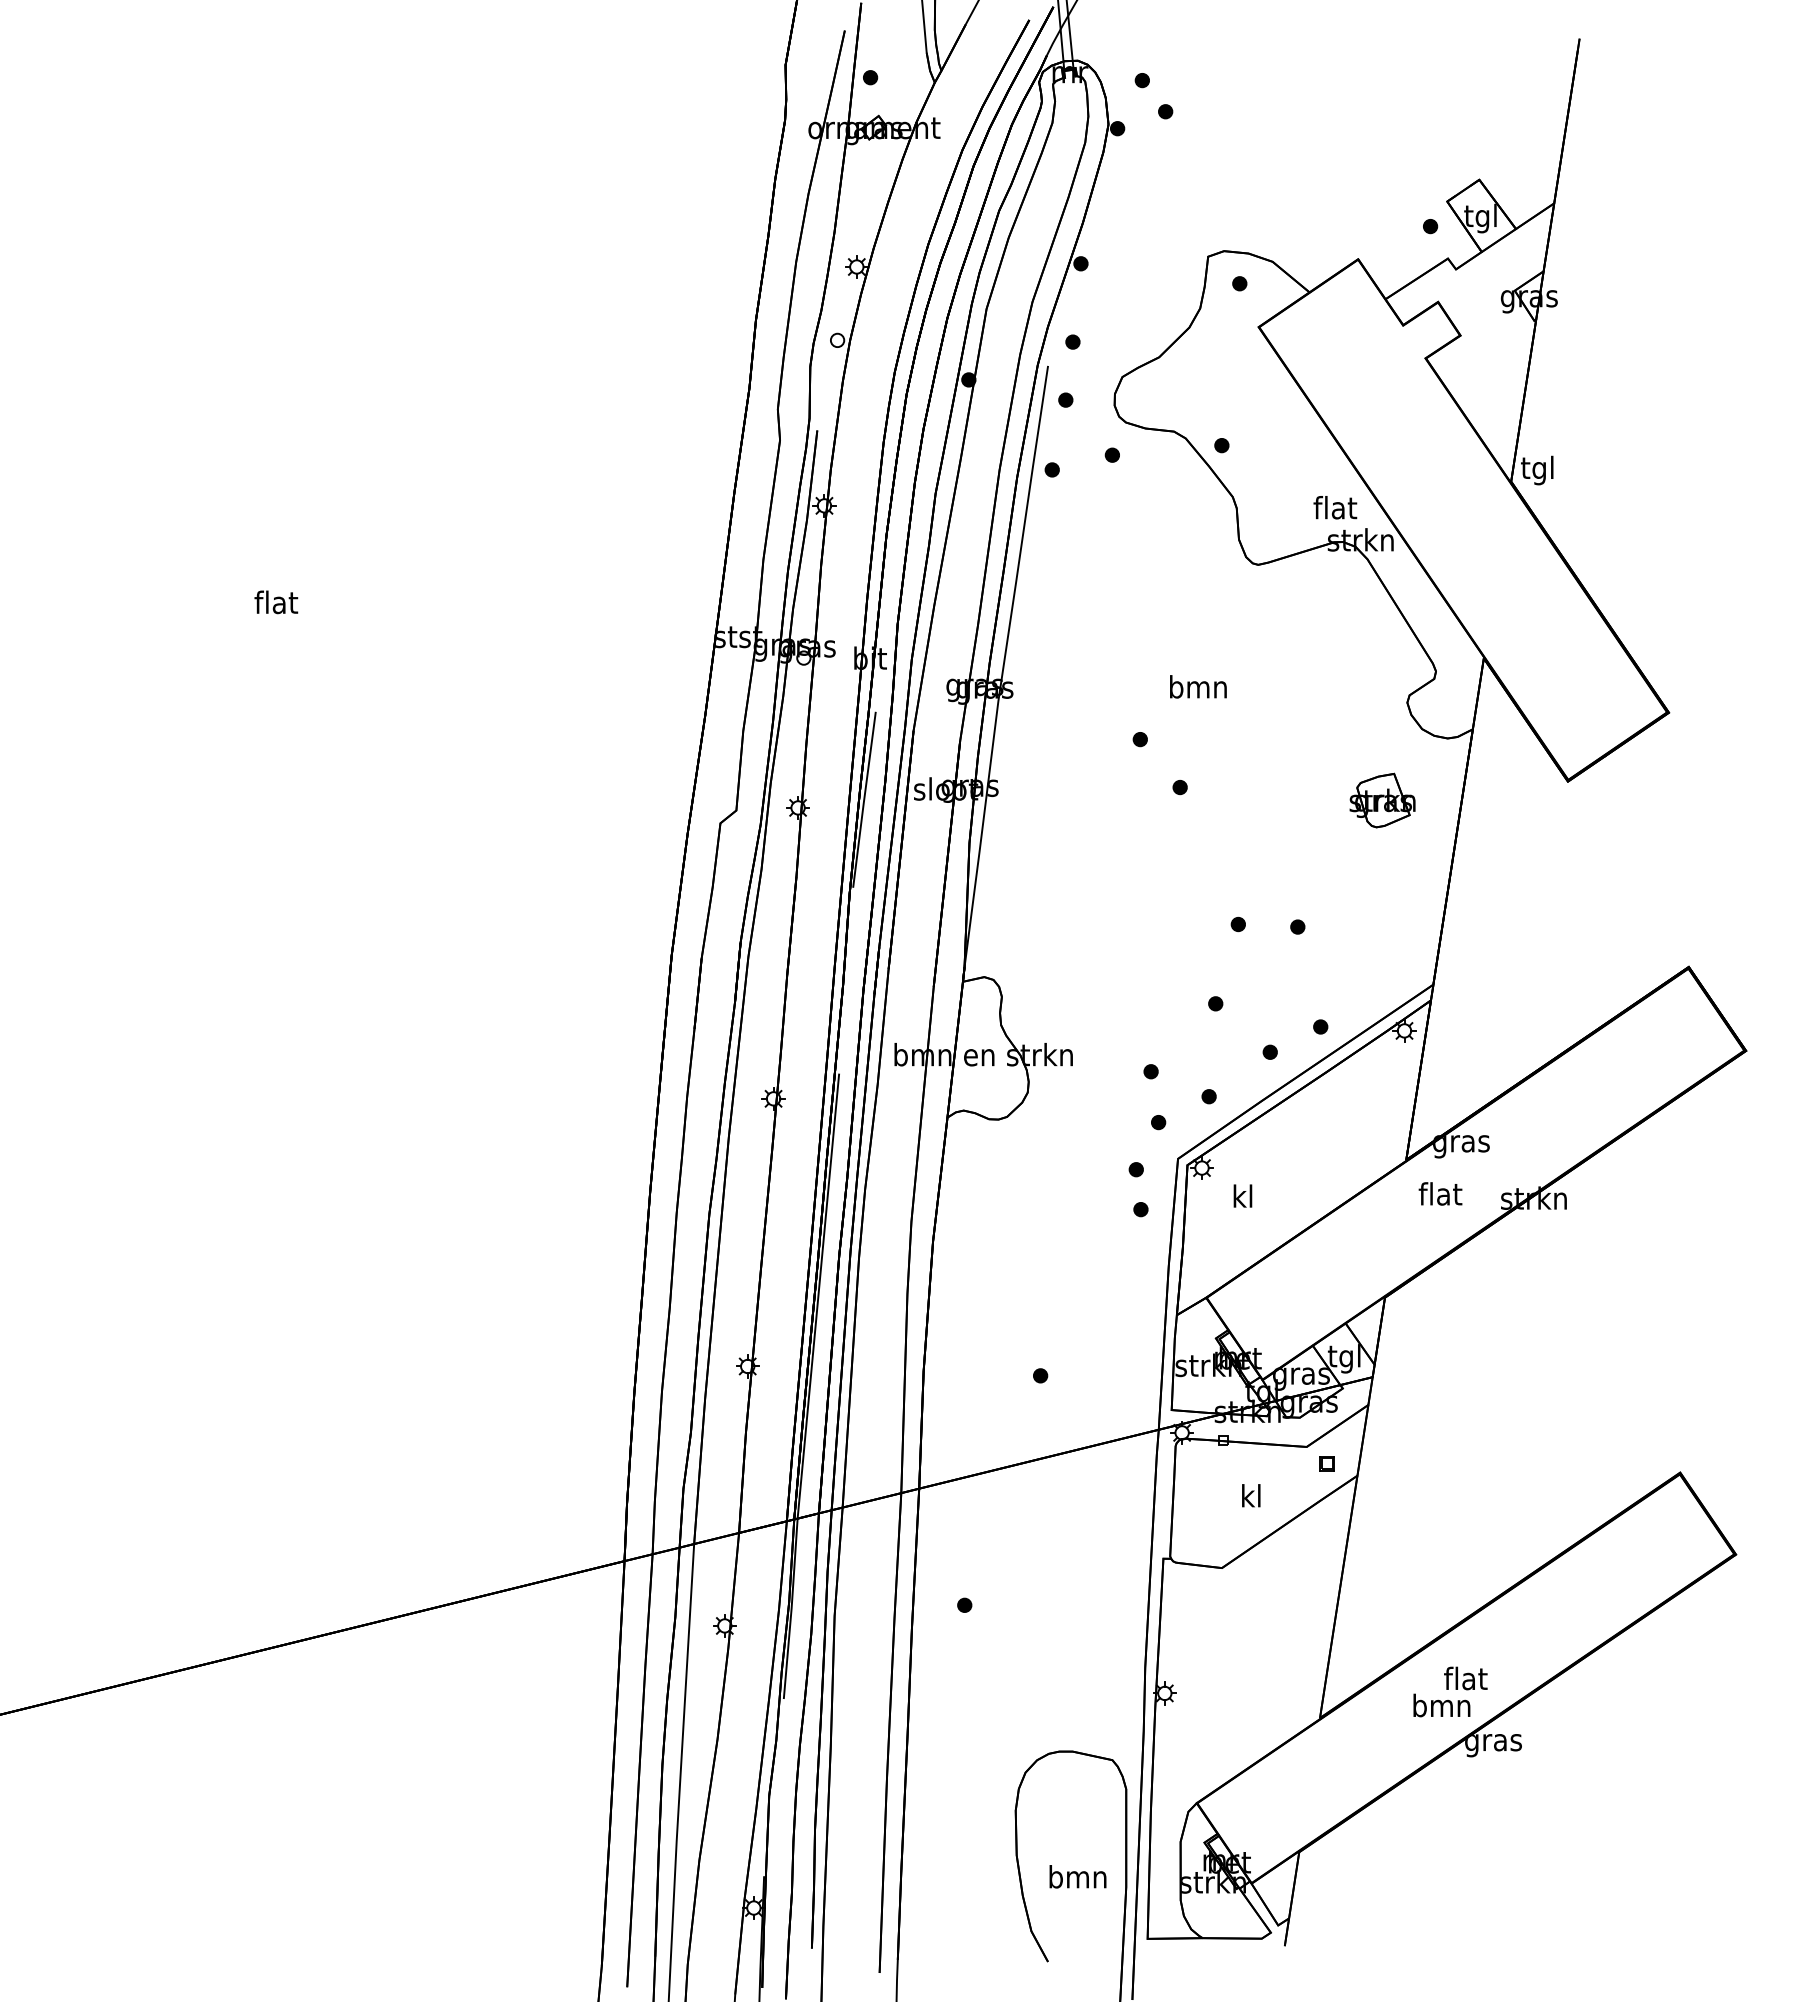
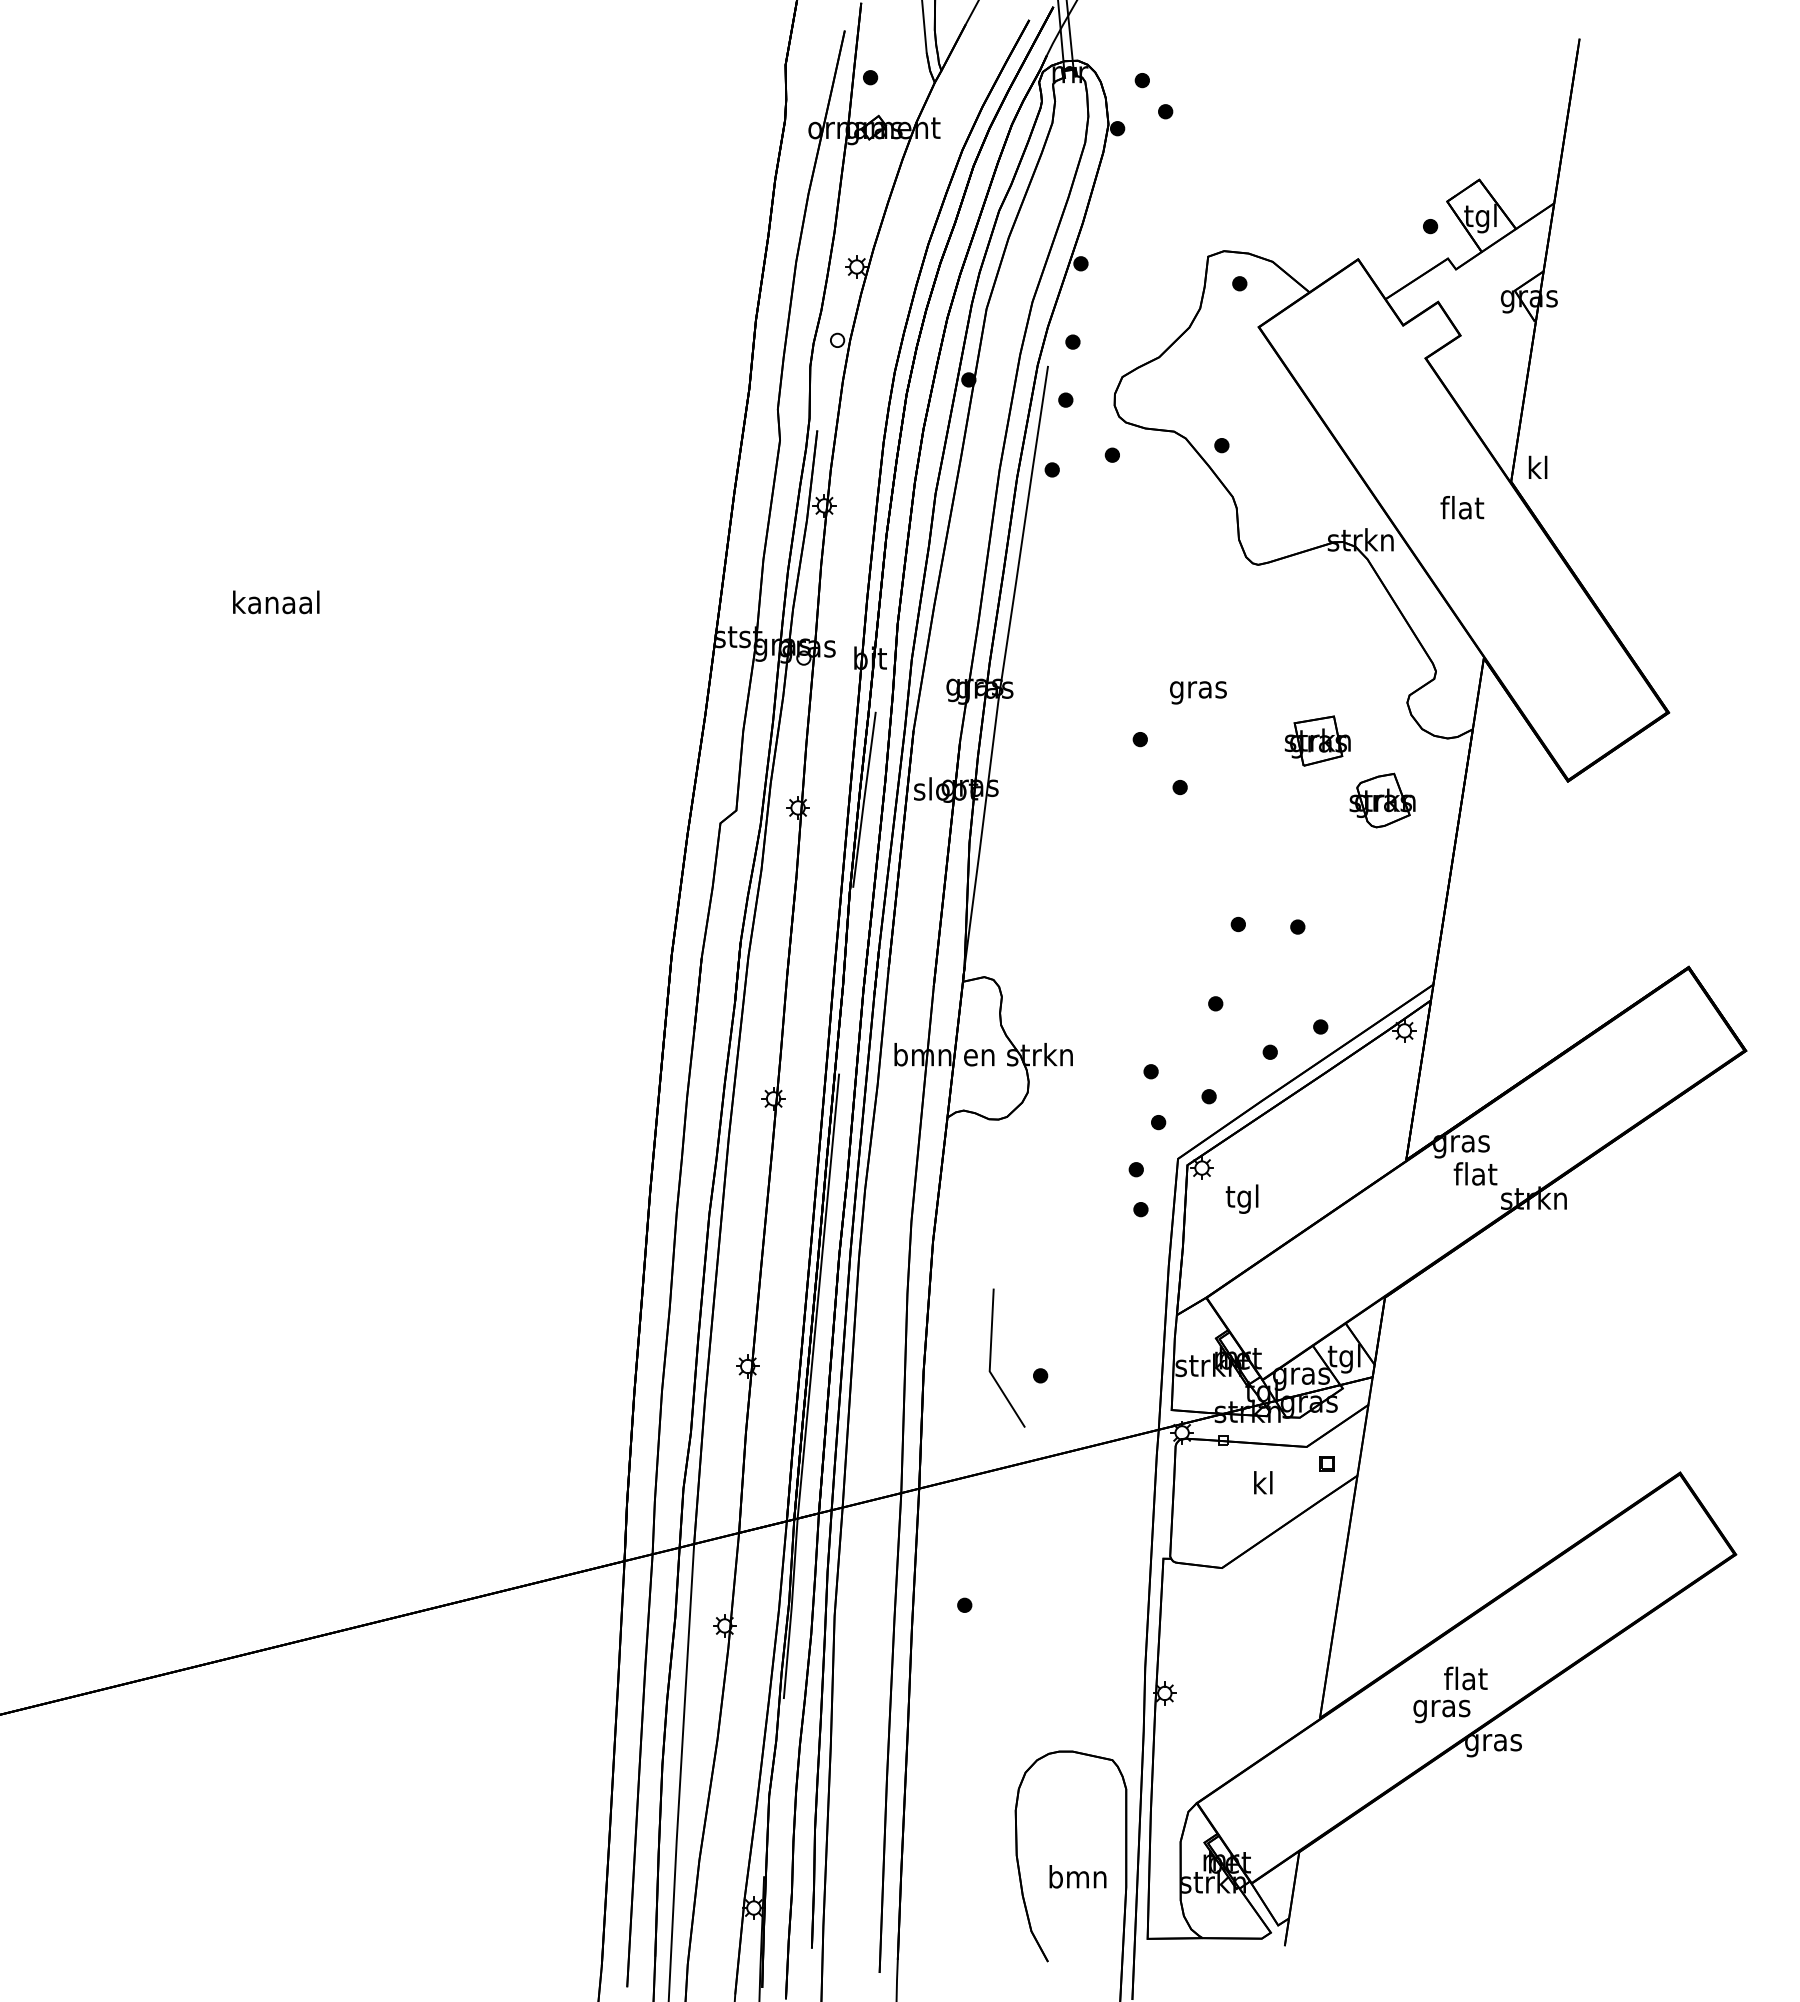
text at (1537, 470): tgl -> kl
text at (1335, 507) position: (1335, 507) -> (1462, 507)
text at (276, 602): flat -> kanaal
text at (1198, 689): bmn -> gras
part at (1317, 740): none -> present
text at (1440, 1193) position: (1440, 1193) -> (1475, 1173)
text at (1241, 1198): kl -> tgl
line at (991, 1357): none -> present
text at (1251, 1495) position: (1251, 1495) -> (1263, 1482)
text at (1441, 1708): bmn -> gras
